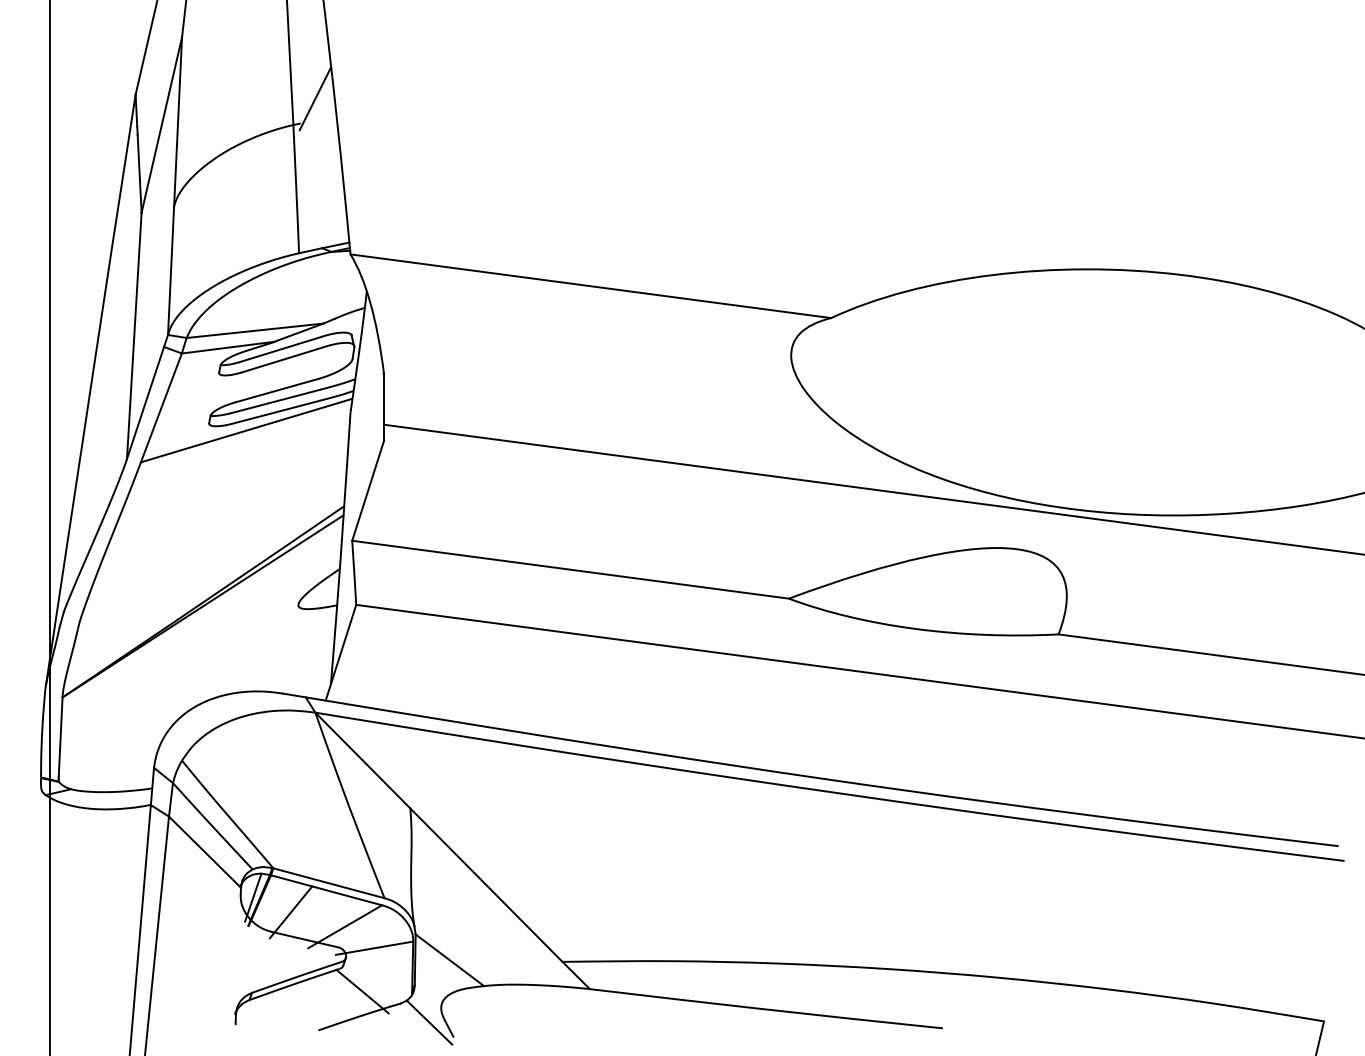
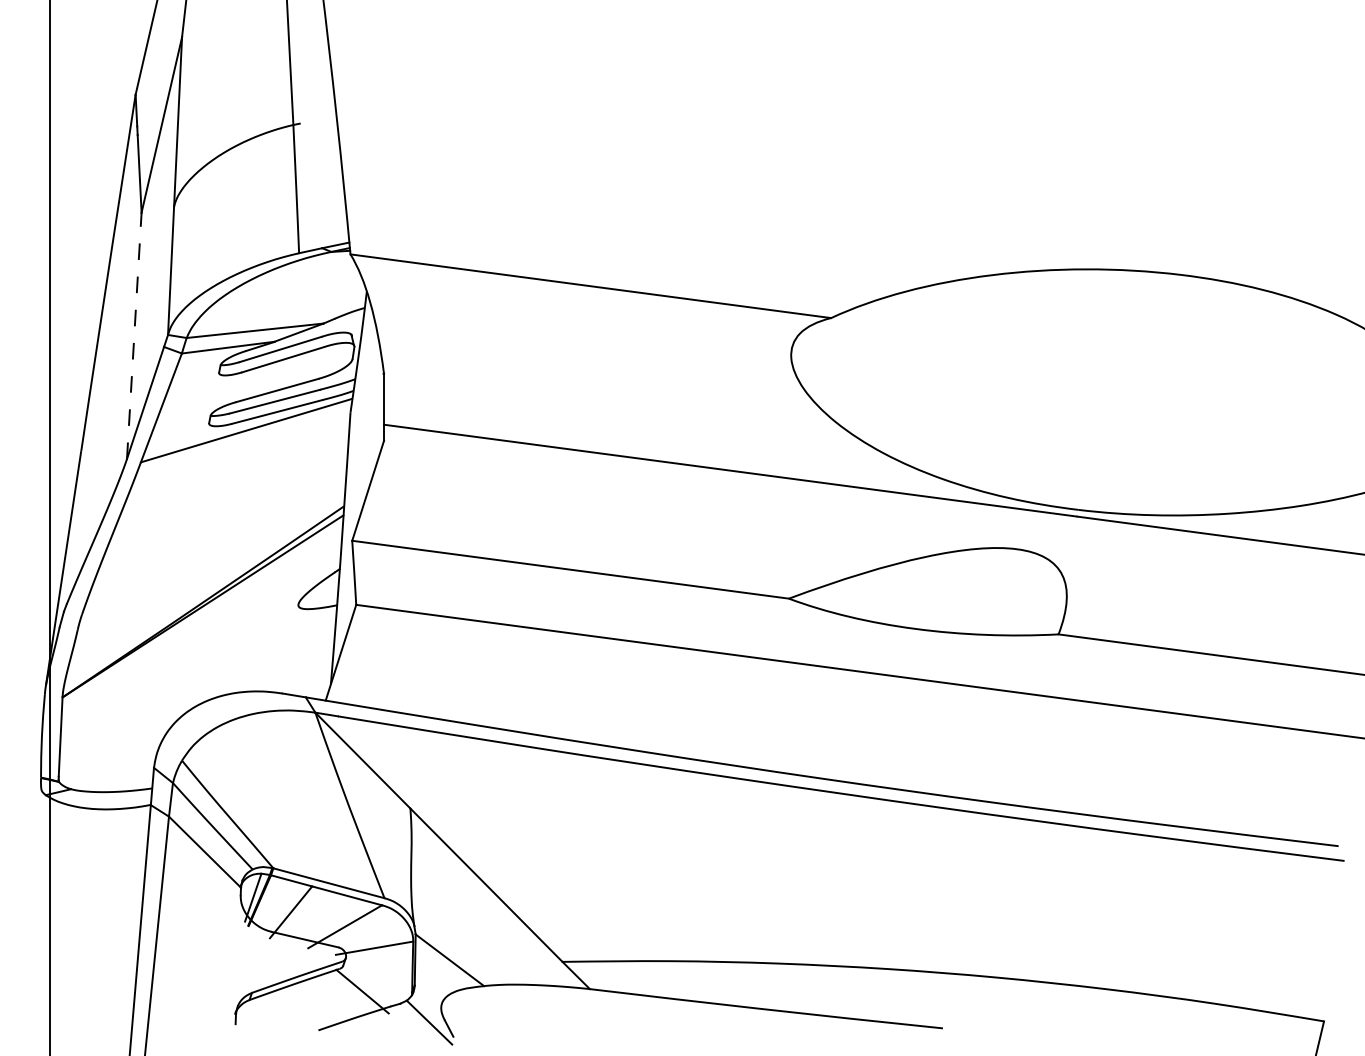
line at (315, 98): present -> none
line at (134, 335): solid -> dashed
